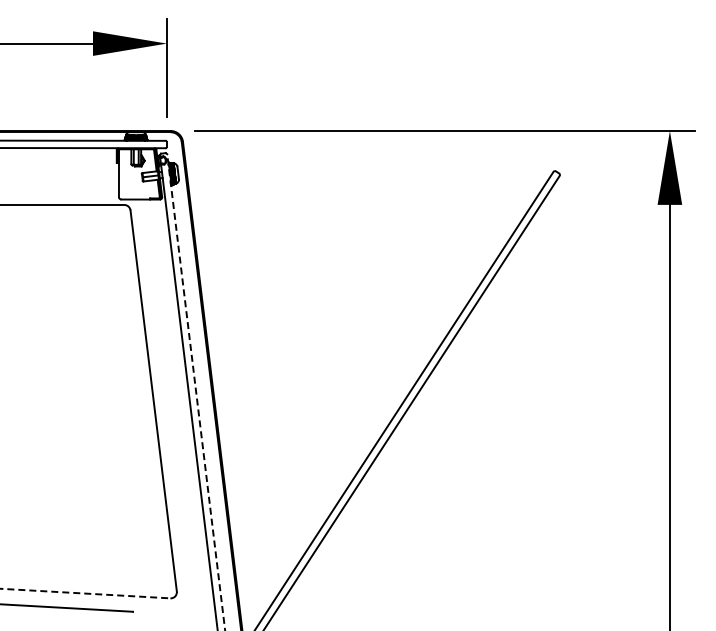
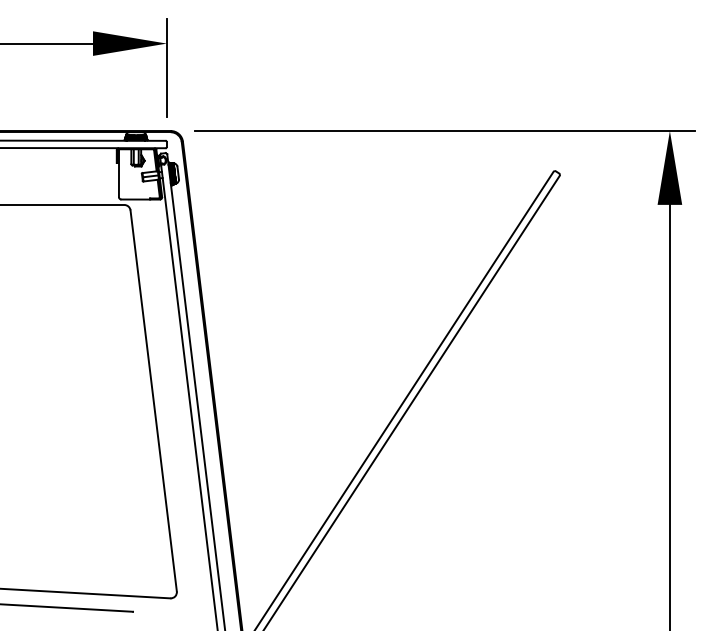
line at (196, 392): dashed -> solid
line at (85, 593): dashed -> solid
